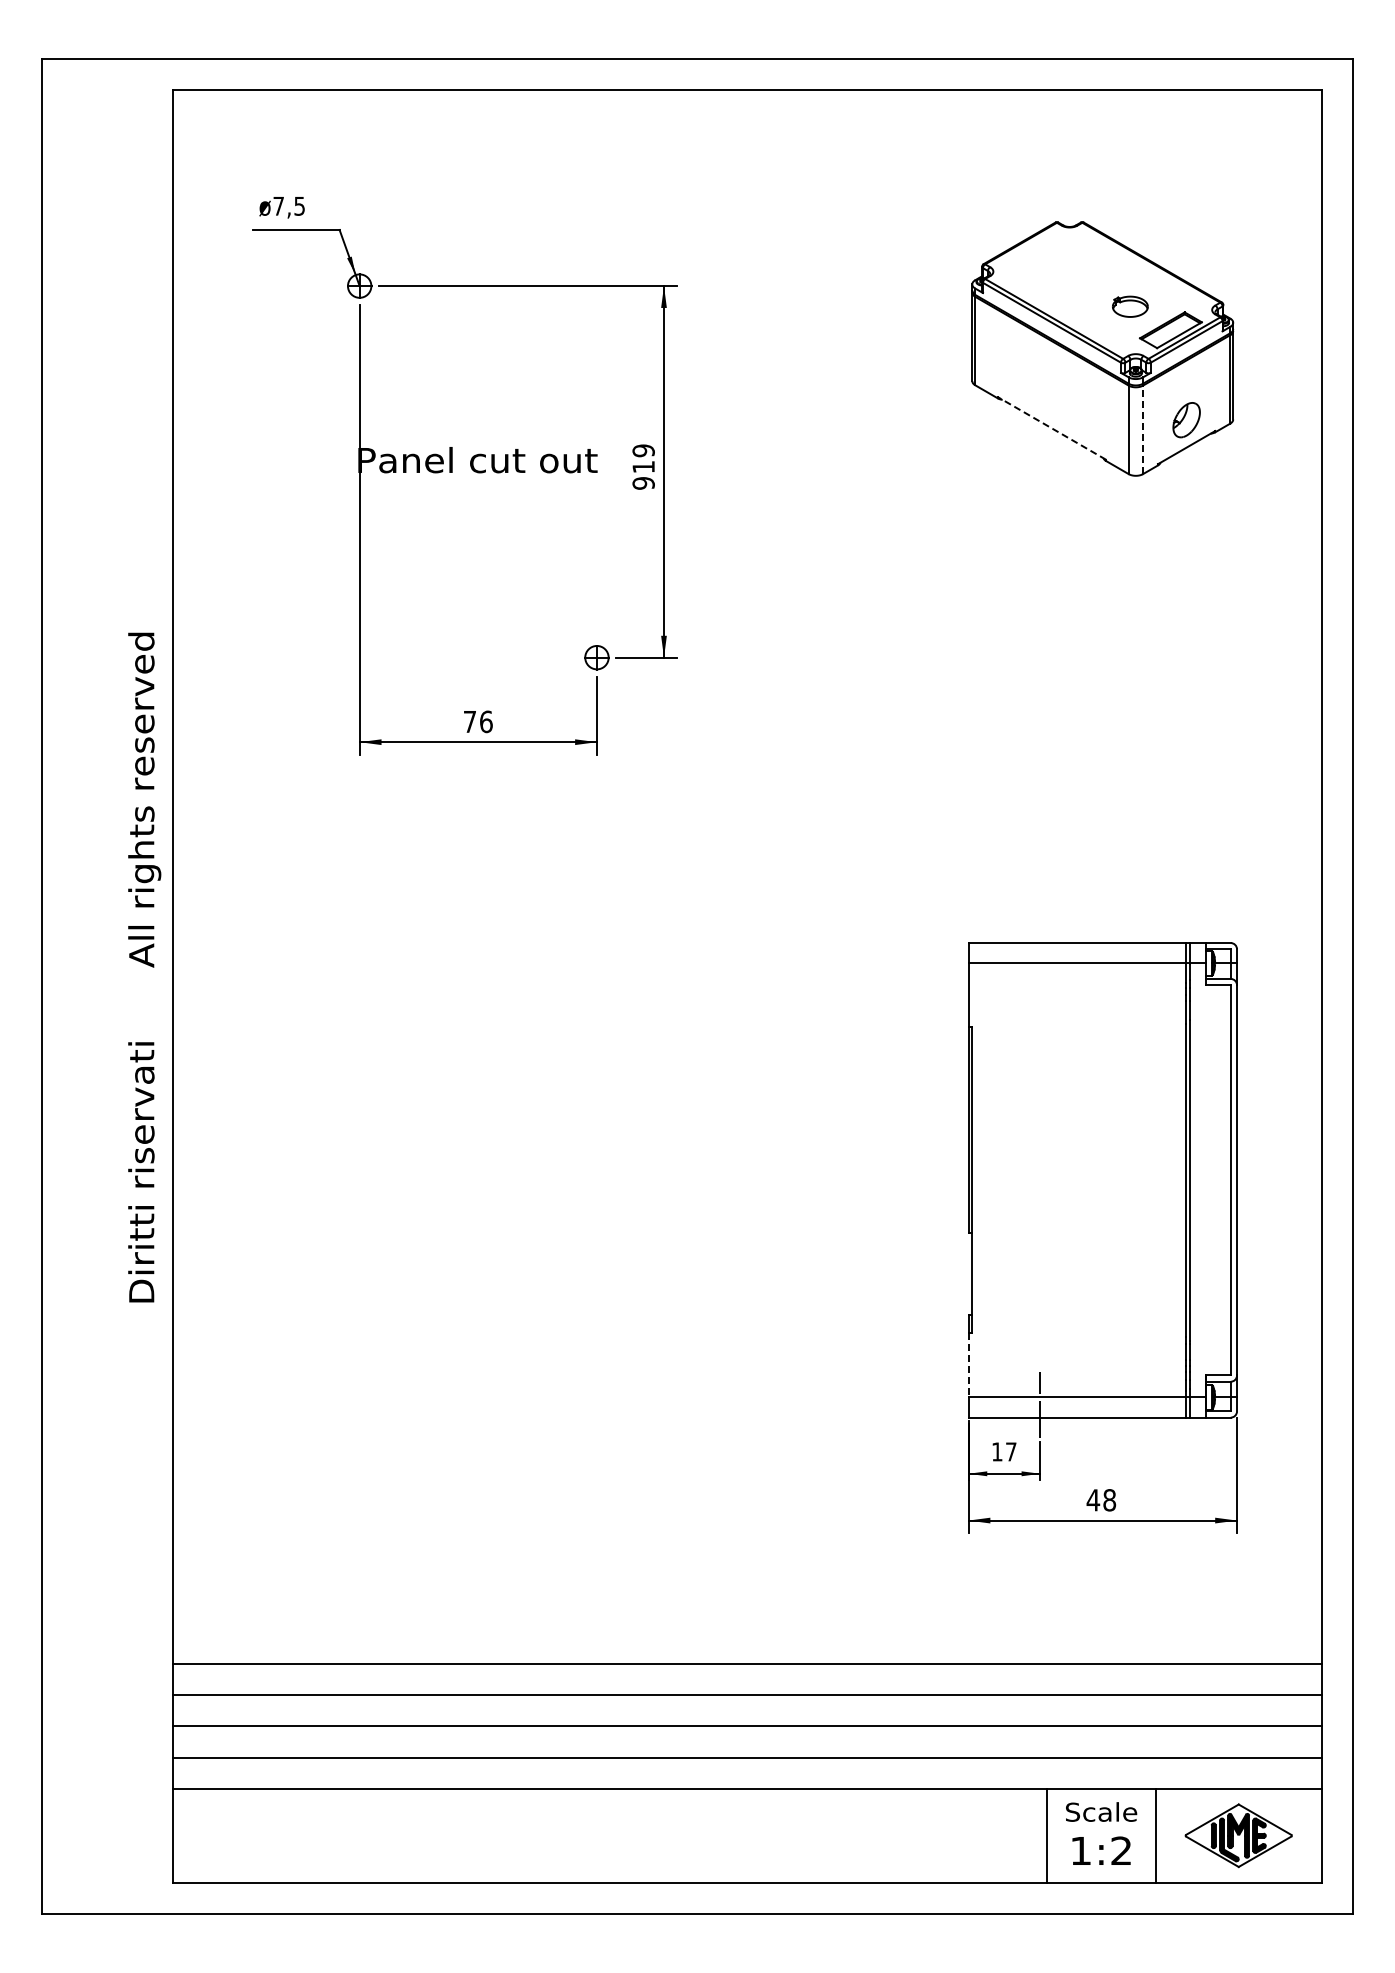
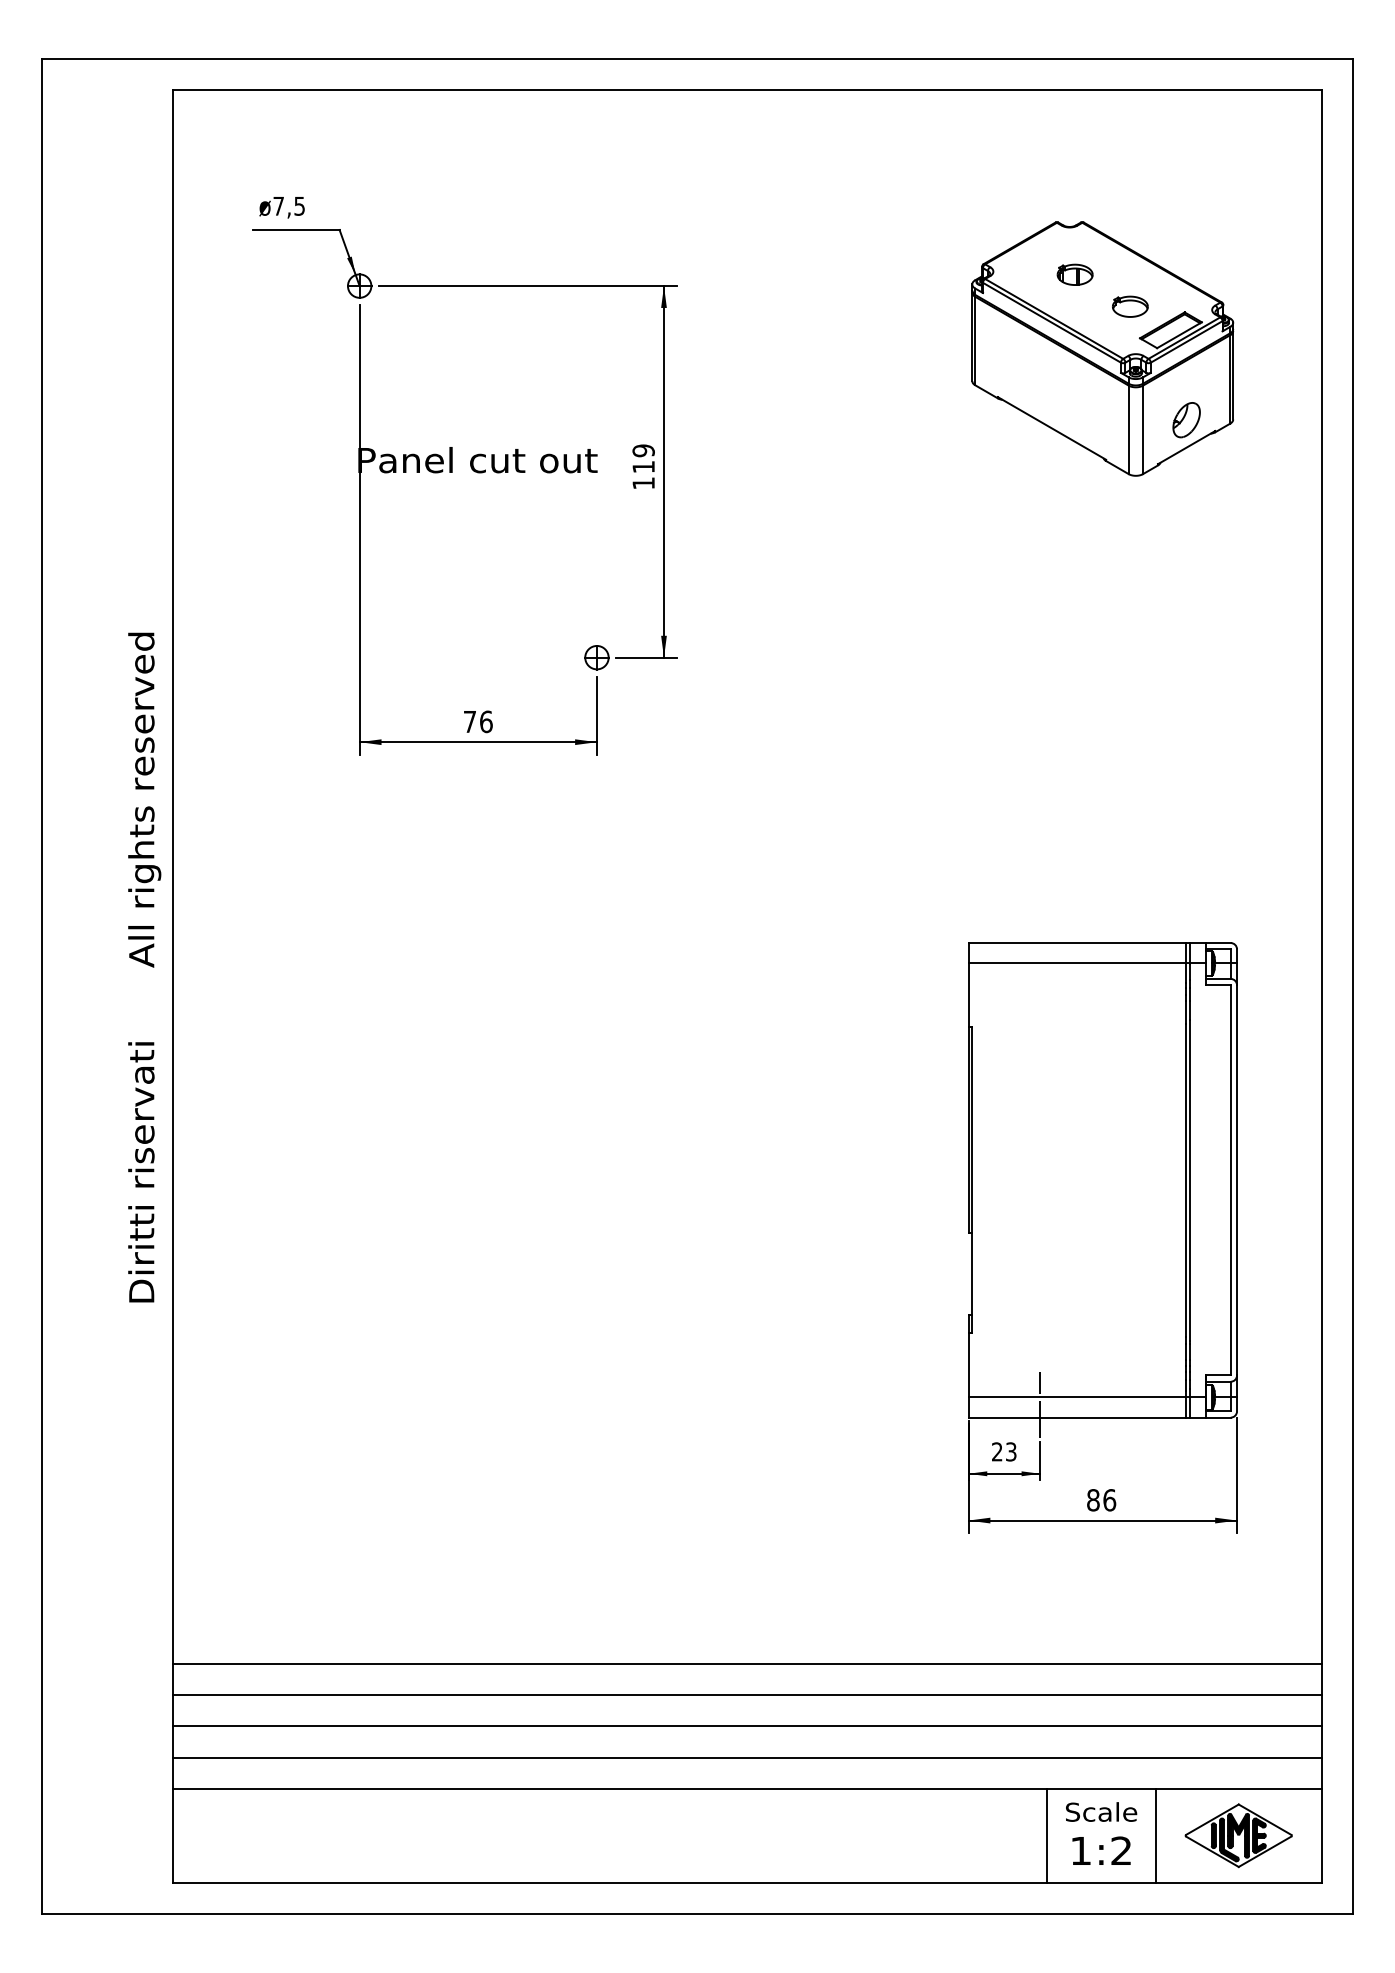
part at (1074, 274): none -> present
line at (1051, 428): dashed -> solid
line at (1143, 429): dashed -> solid
text at (643, 483): 919 -> 119
line at (968, 1365): dashed -> solid
text at (1004, 1451): 17 -> 23
text at (1101, 1500): 48 -> 86
